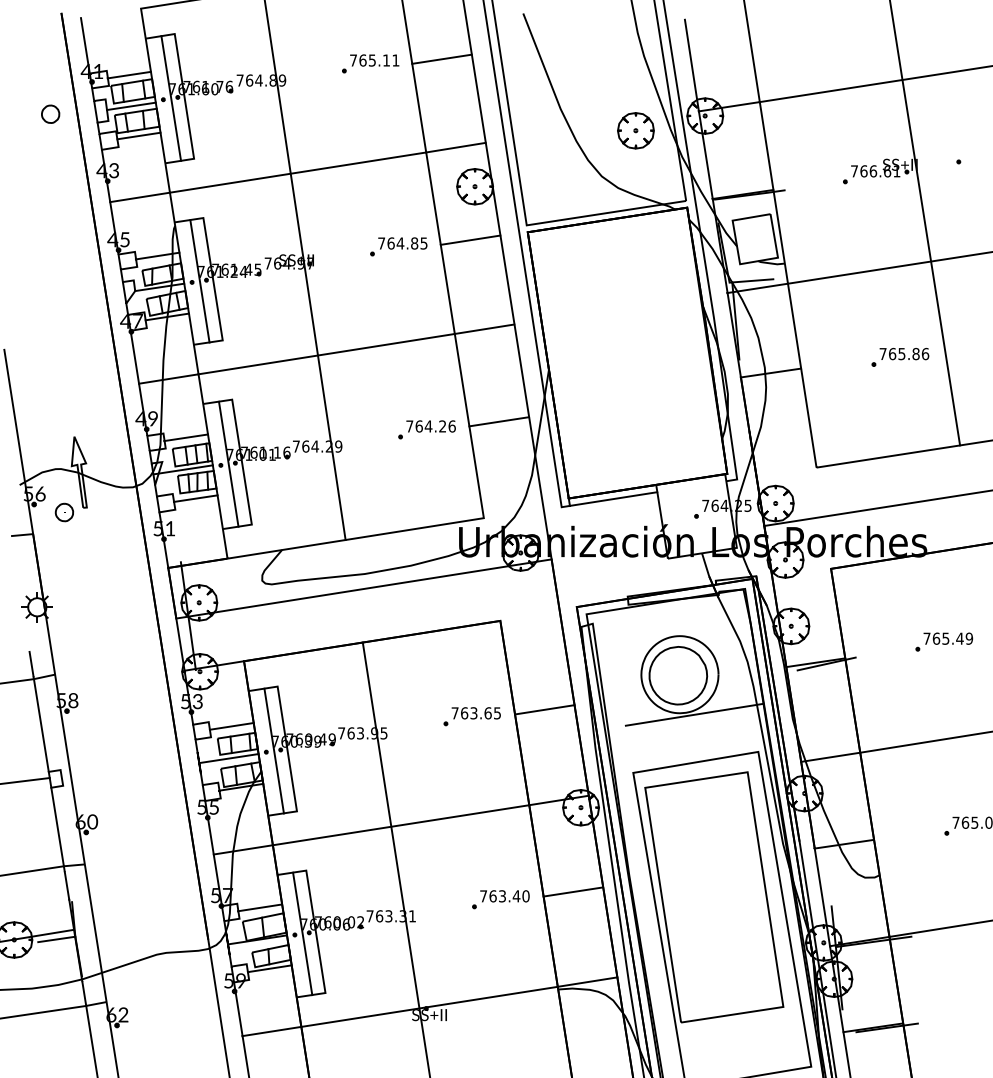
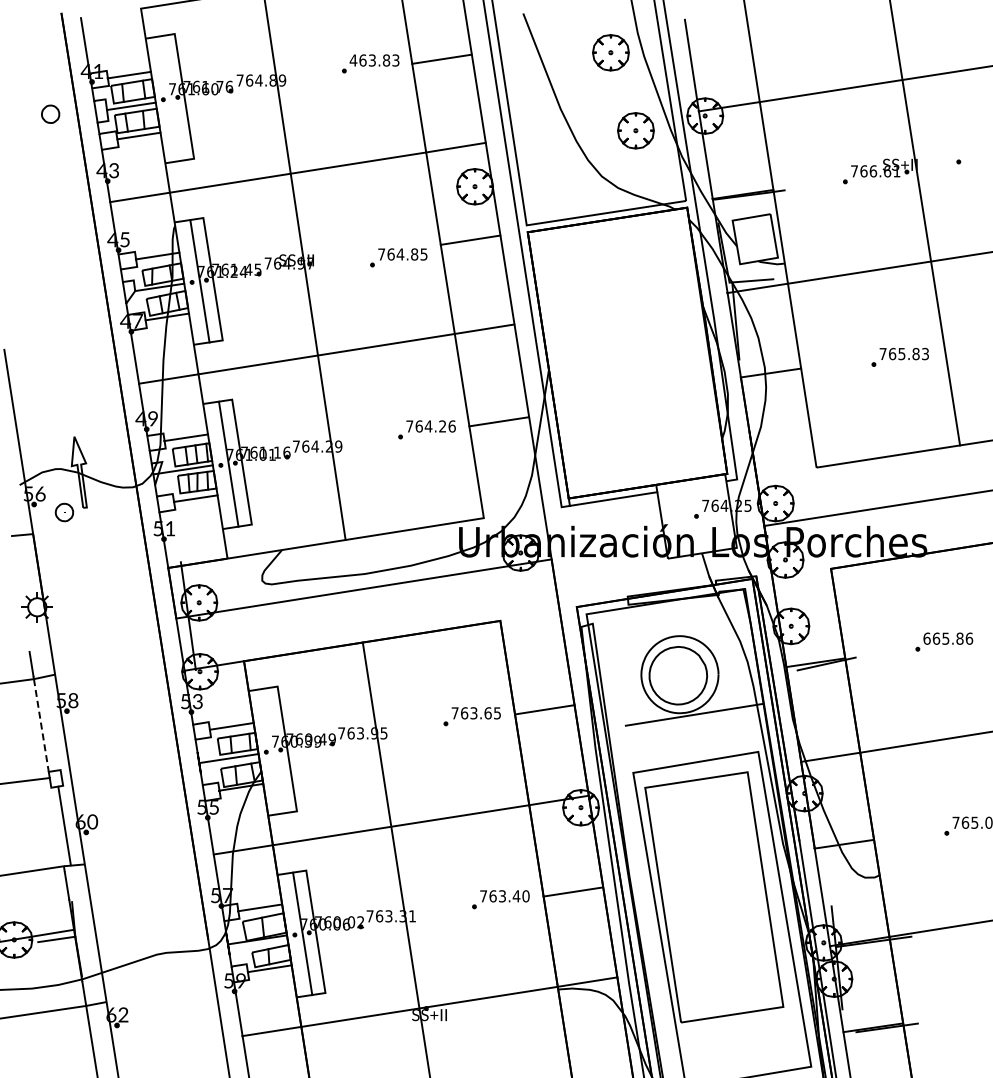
part at (610, 52): none -> present
text at (374, 60): 765.11 -> 463.83
line at (171, 98): present -> none
part at (398, 246) position: (398, 246) -> (398, 257)
text at (925, 353): 765.86 -> 765.83
text at (948, 638): 765.49 -> 665.86
line at (41, 725): solid -> dashed
line at (273, 750): present -> none
line at (57, 826) position: (57, 826) -> (64, 825)
